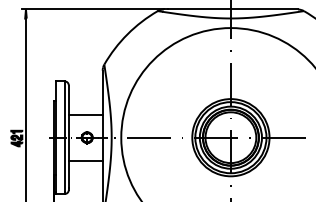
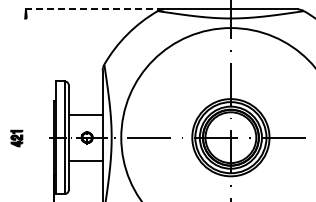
line at (93, 9): solid -> dashed
line at (25, 108): present -> none
